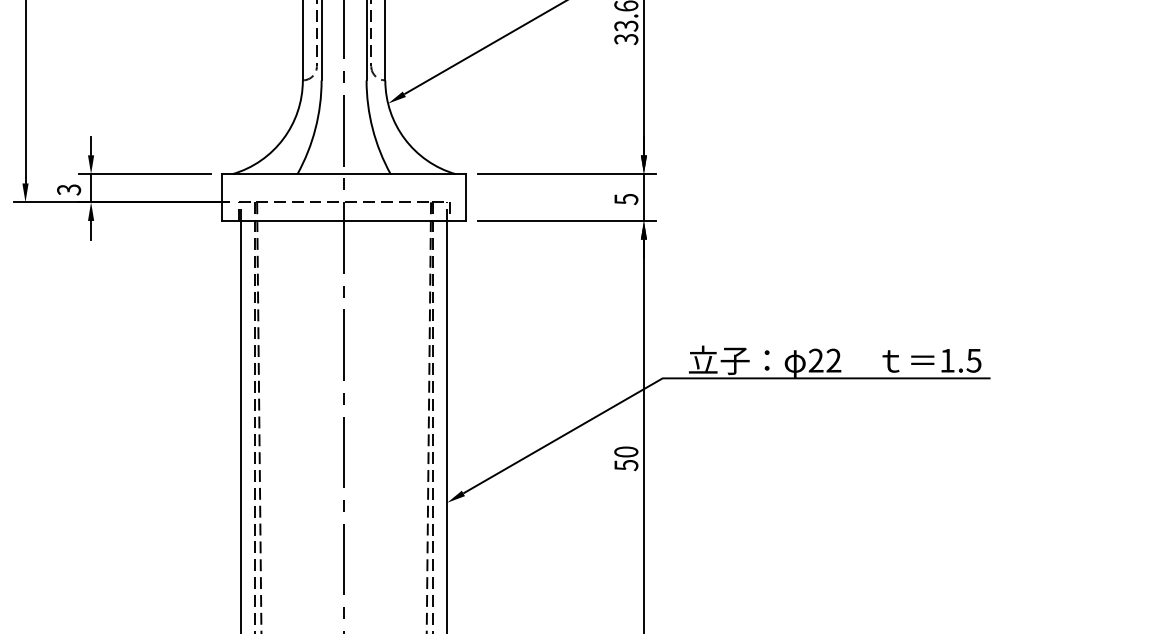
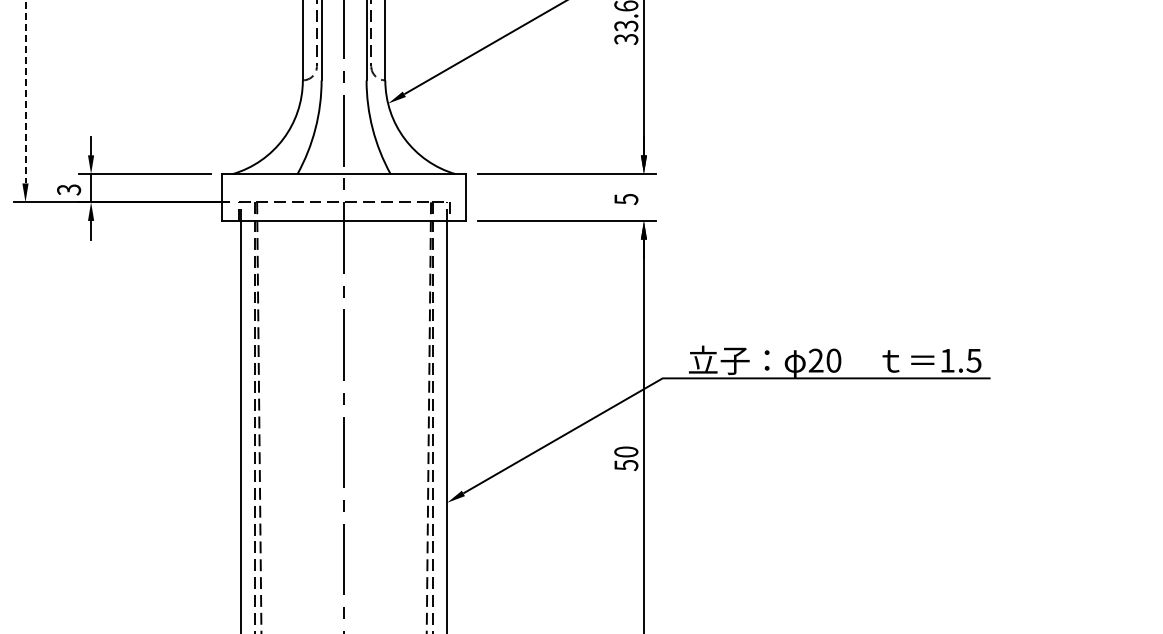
line at (25, 92): solid -> dashed
line at (643, 197): present -> none
text at (833, 360): 22 -> 20
